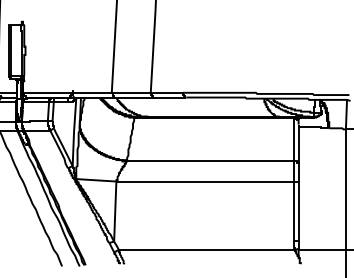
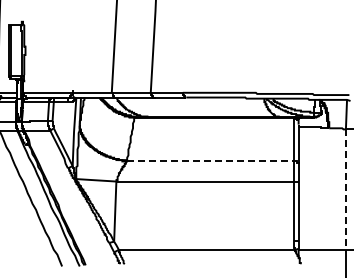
line at (210, 161): solid -> dashed
line at (345, 190): solid -> dashed
